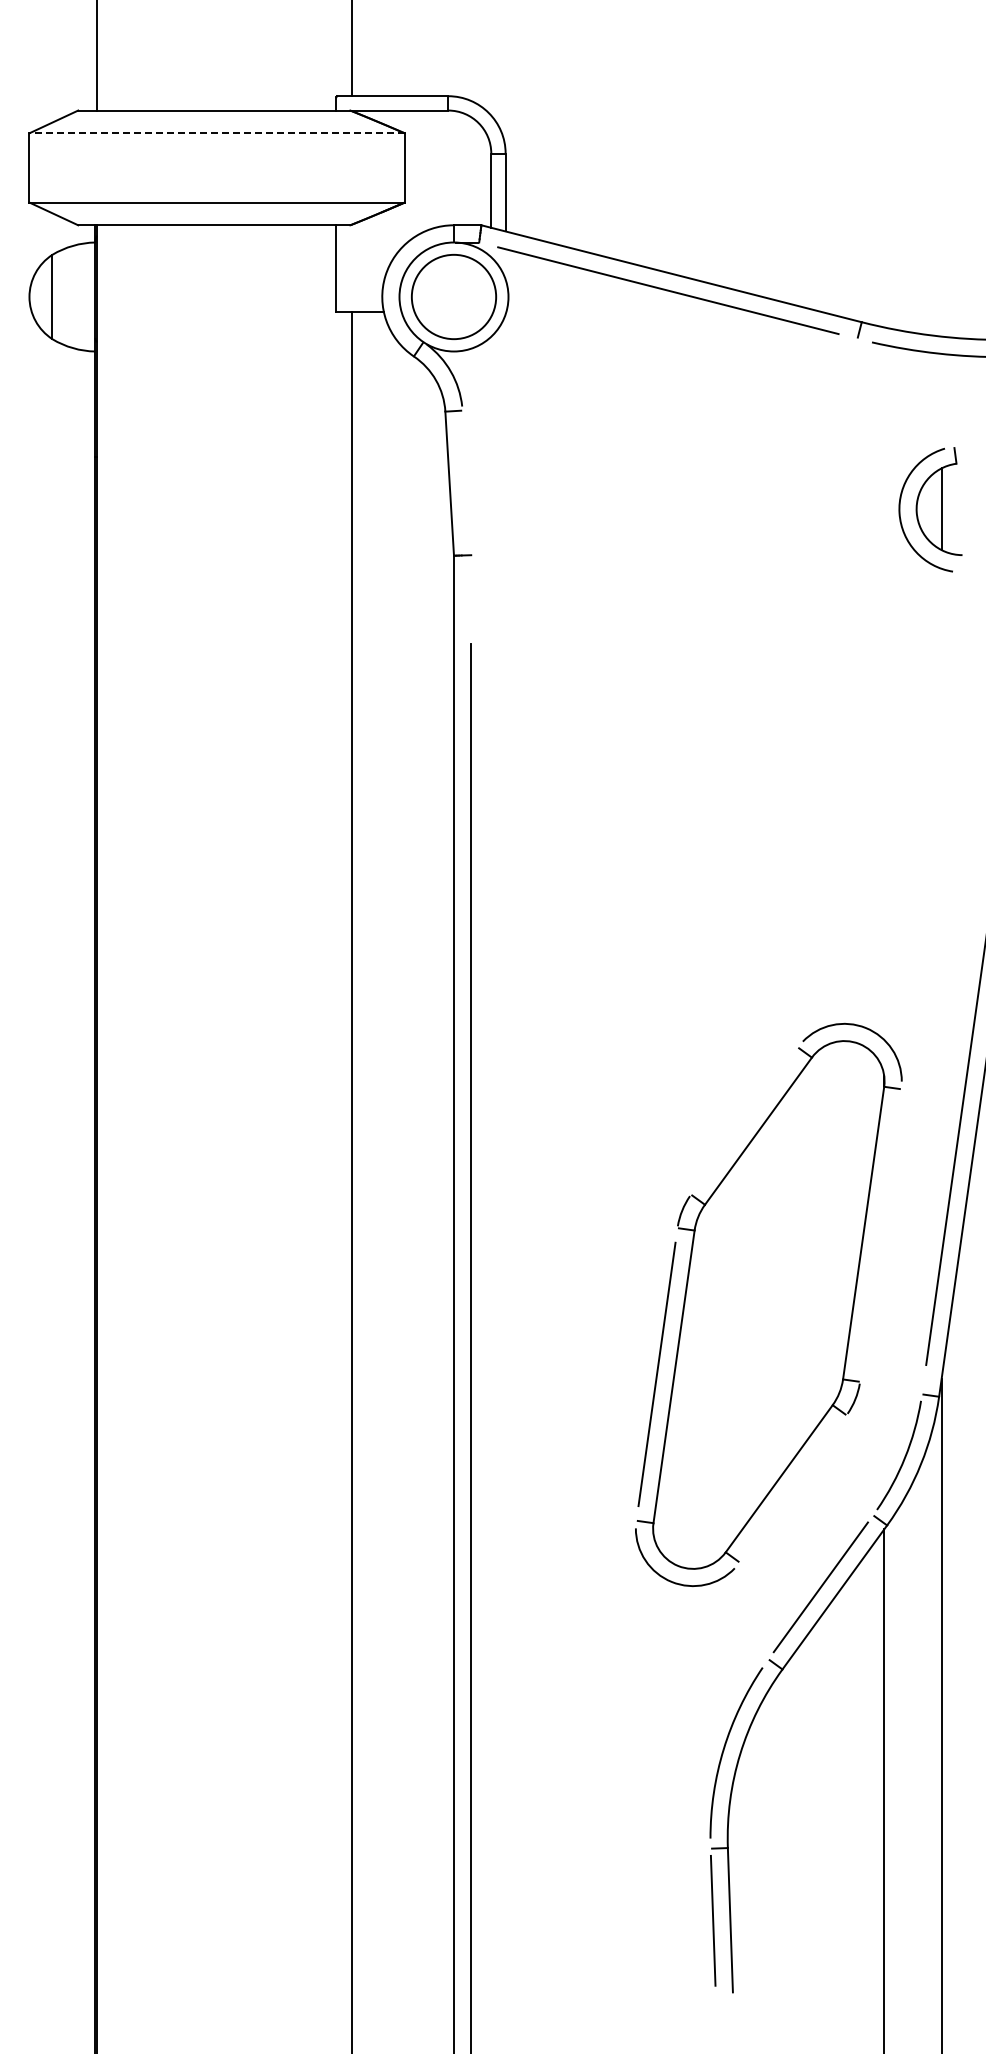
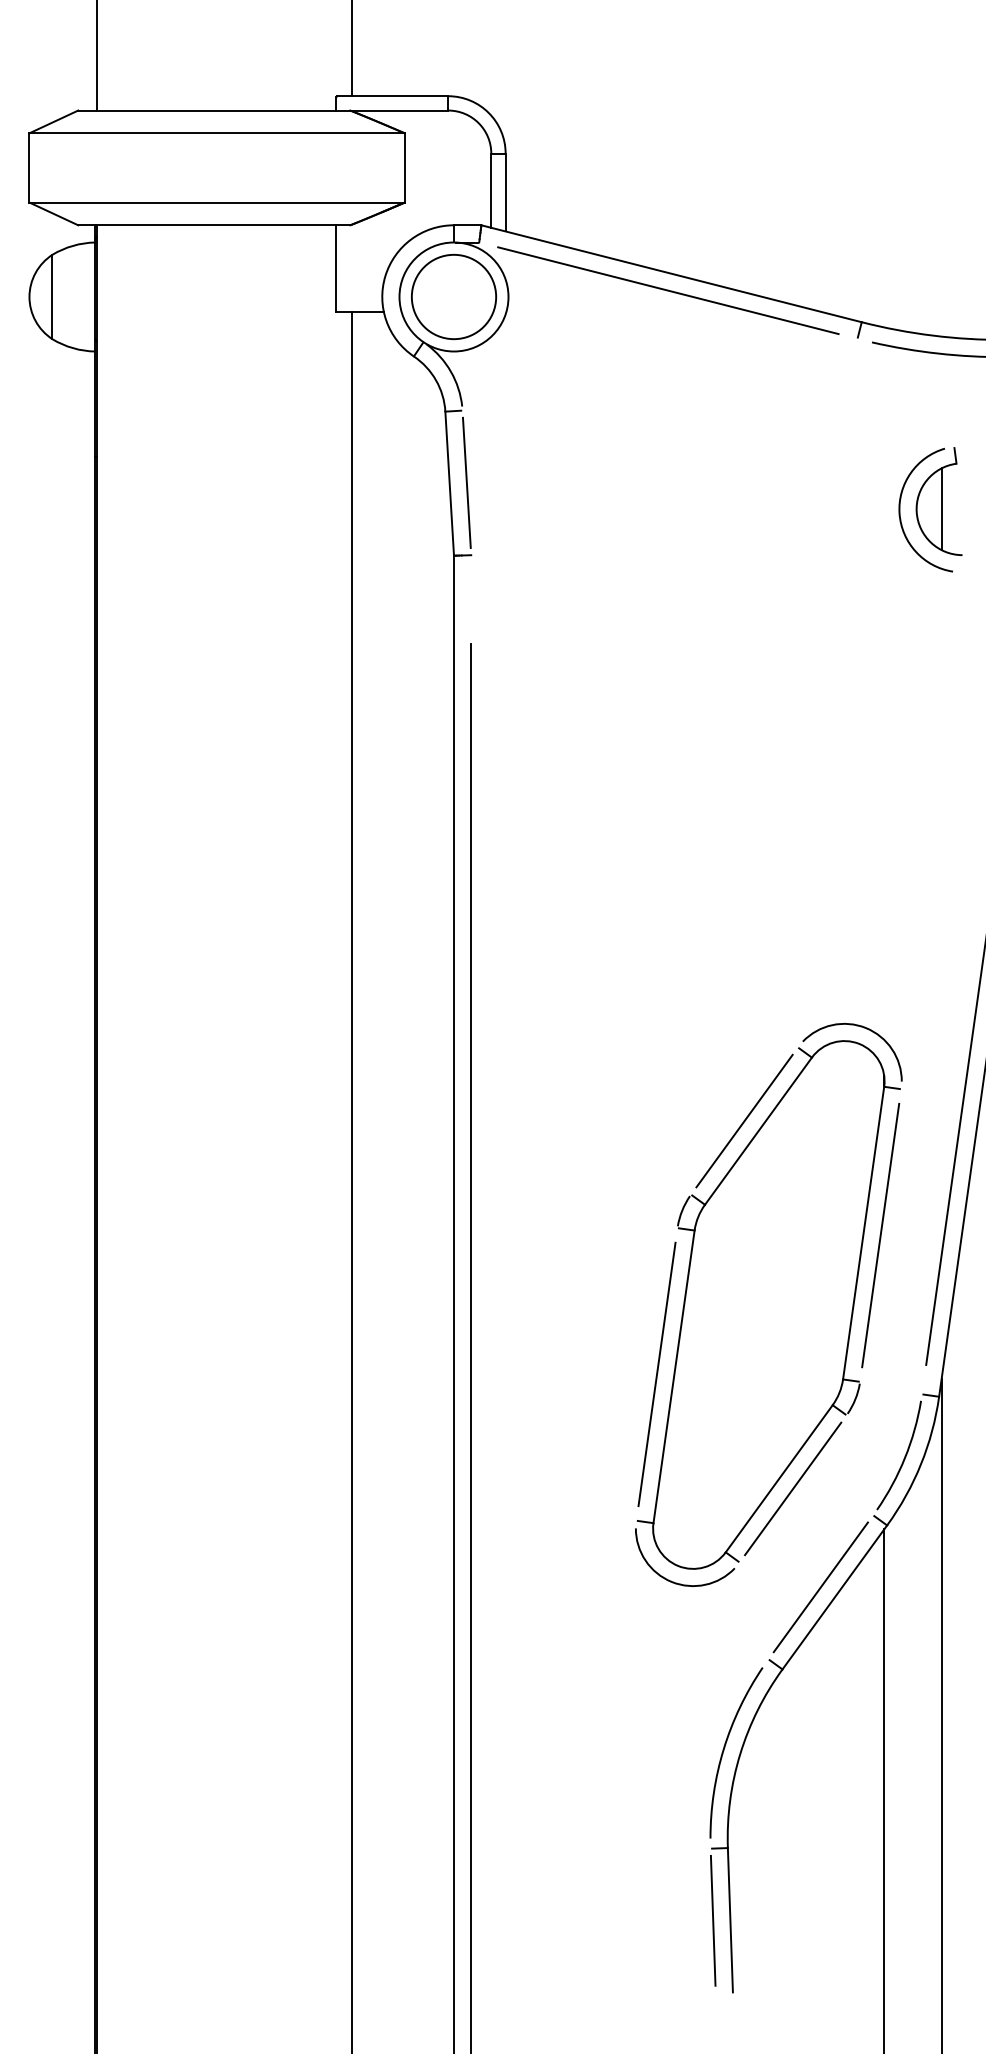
line at (217, 133): dashed -> solid
line at (466, 482): none -> present
line at (744, 1120): none -> present
line at (880, 1235): none -> present
line at (793, 1488): none -> present
